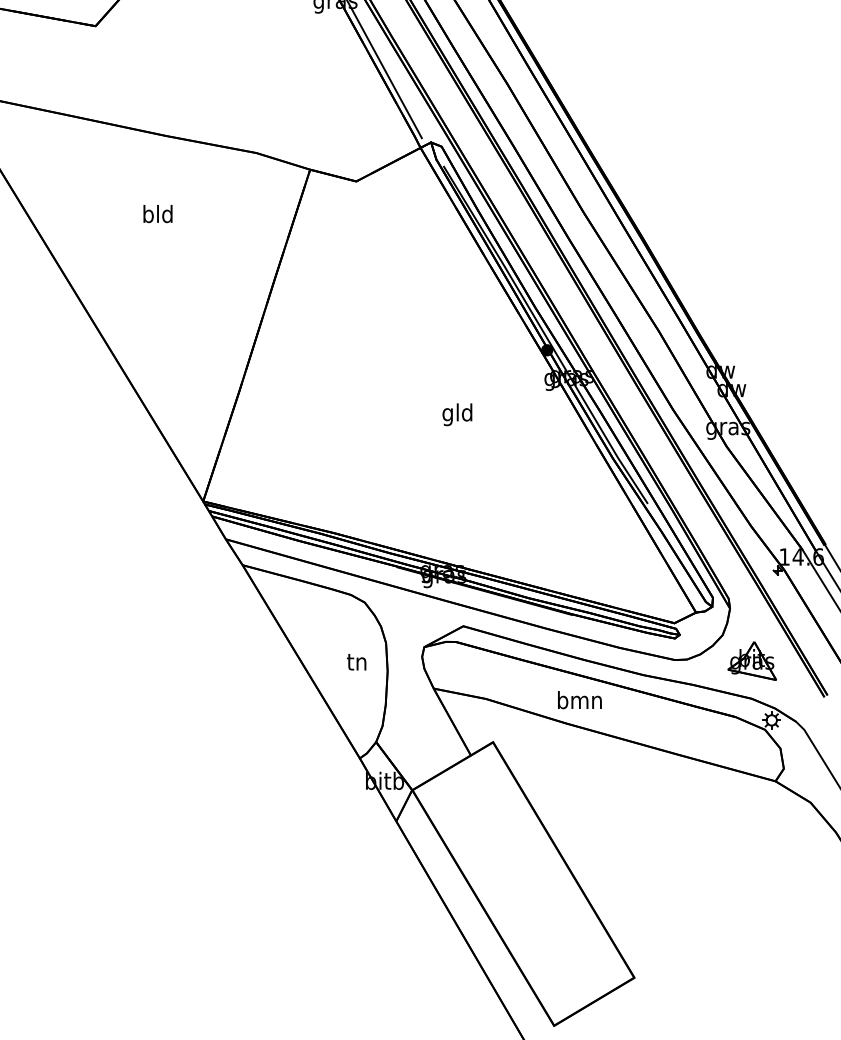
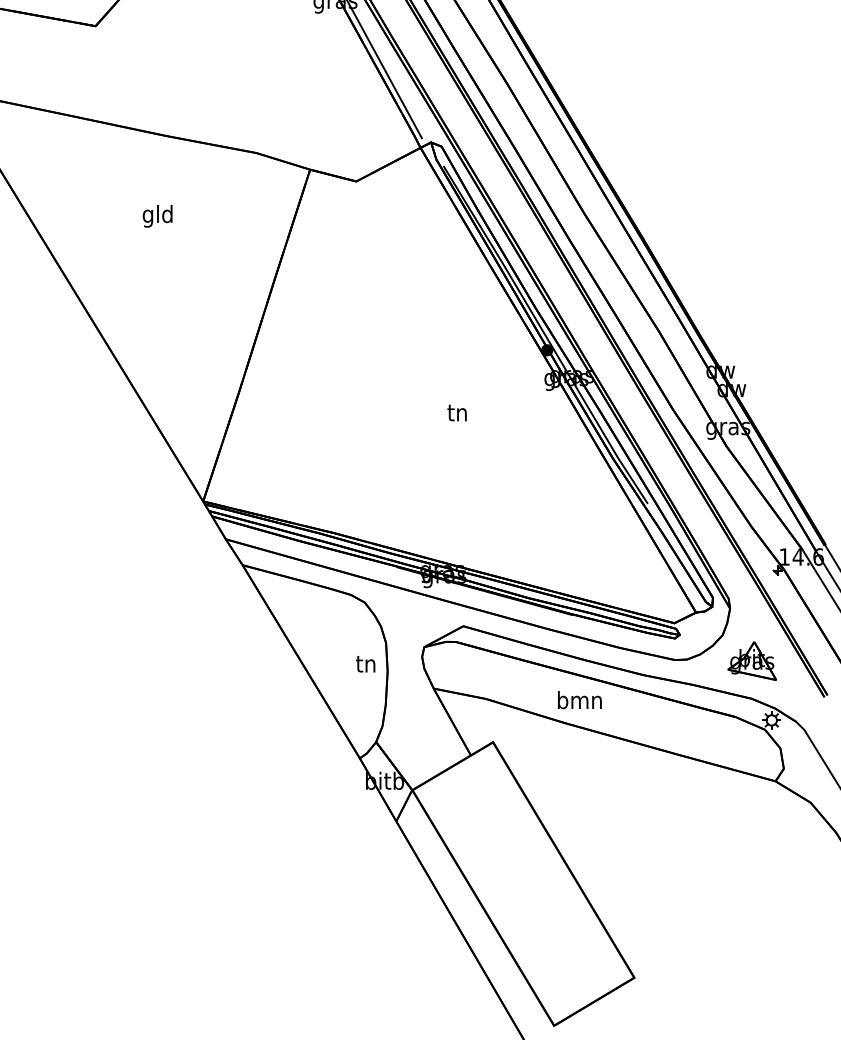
text at (147, 216): bld -> gld
text at (457, 414): gld -> tn
text at (356, 662) position: (356, 662) -> (365, 664)
